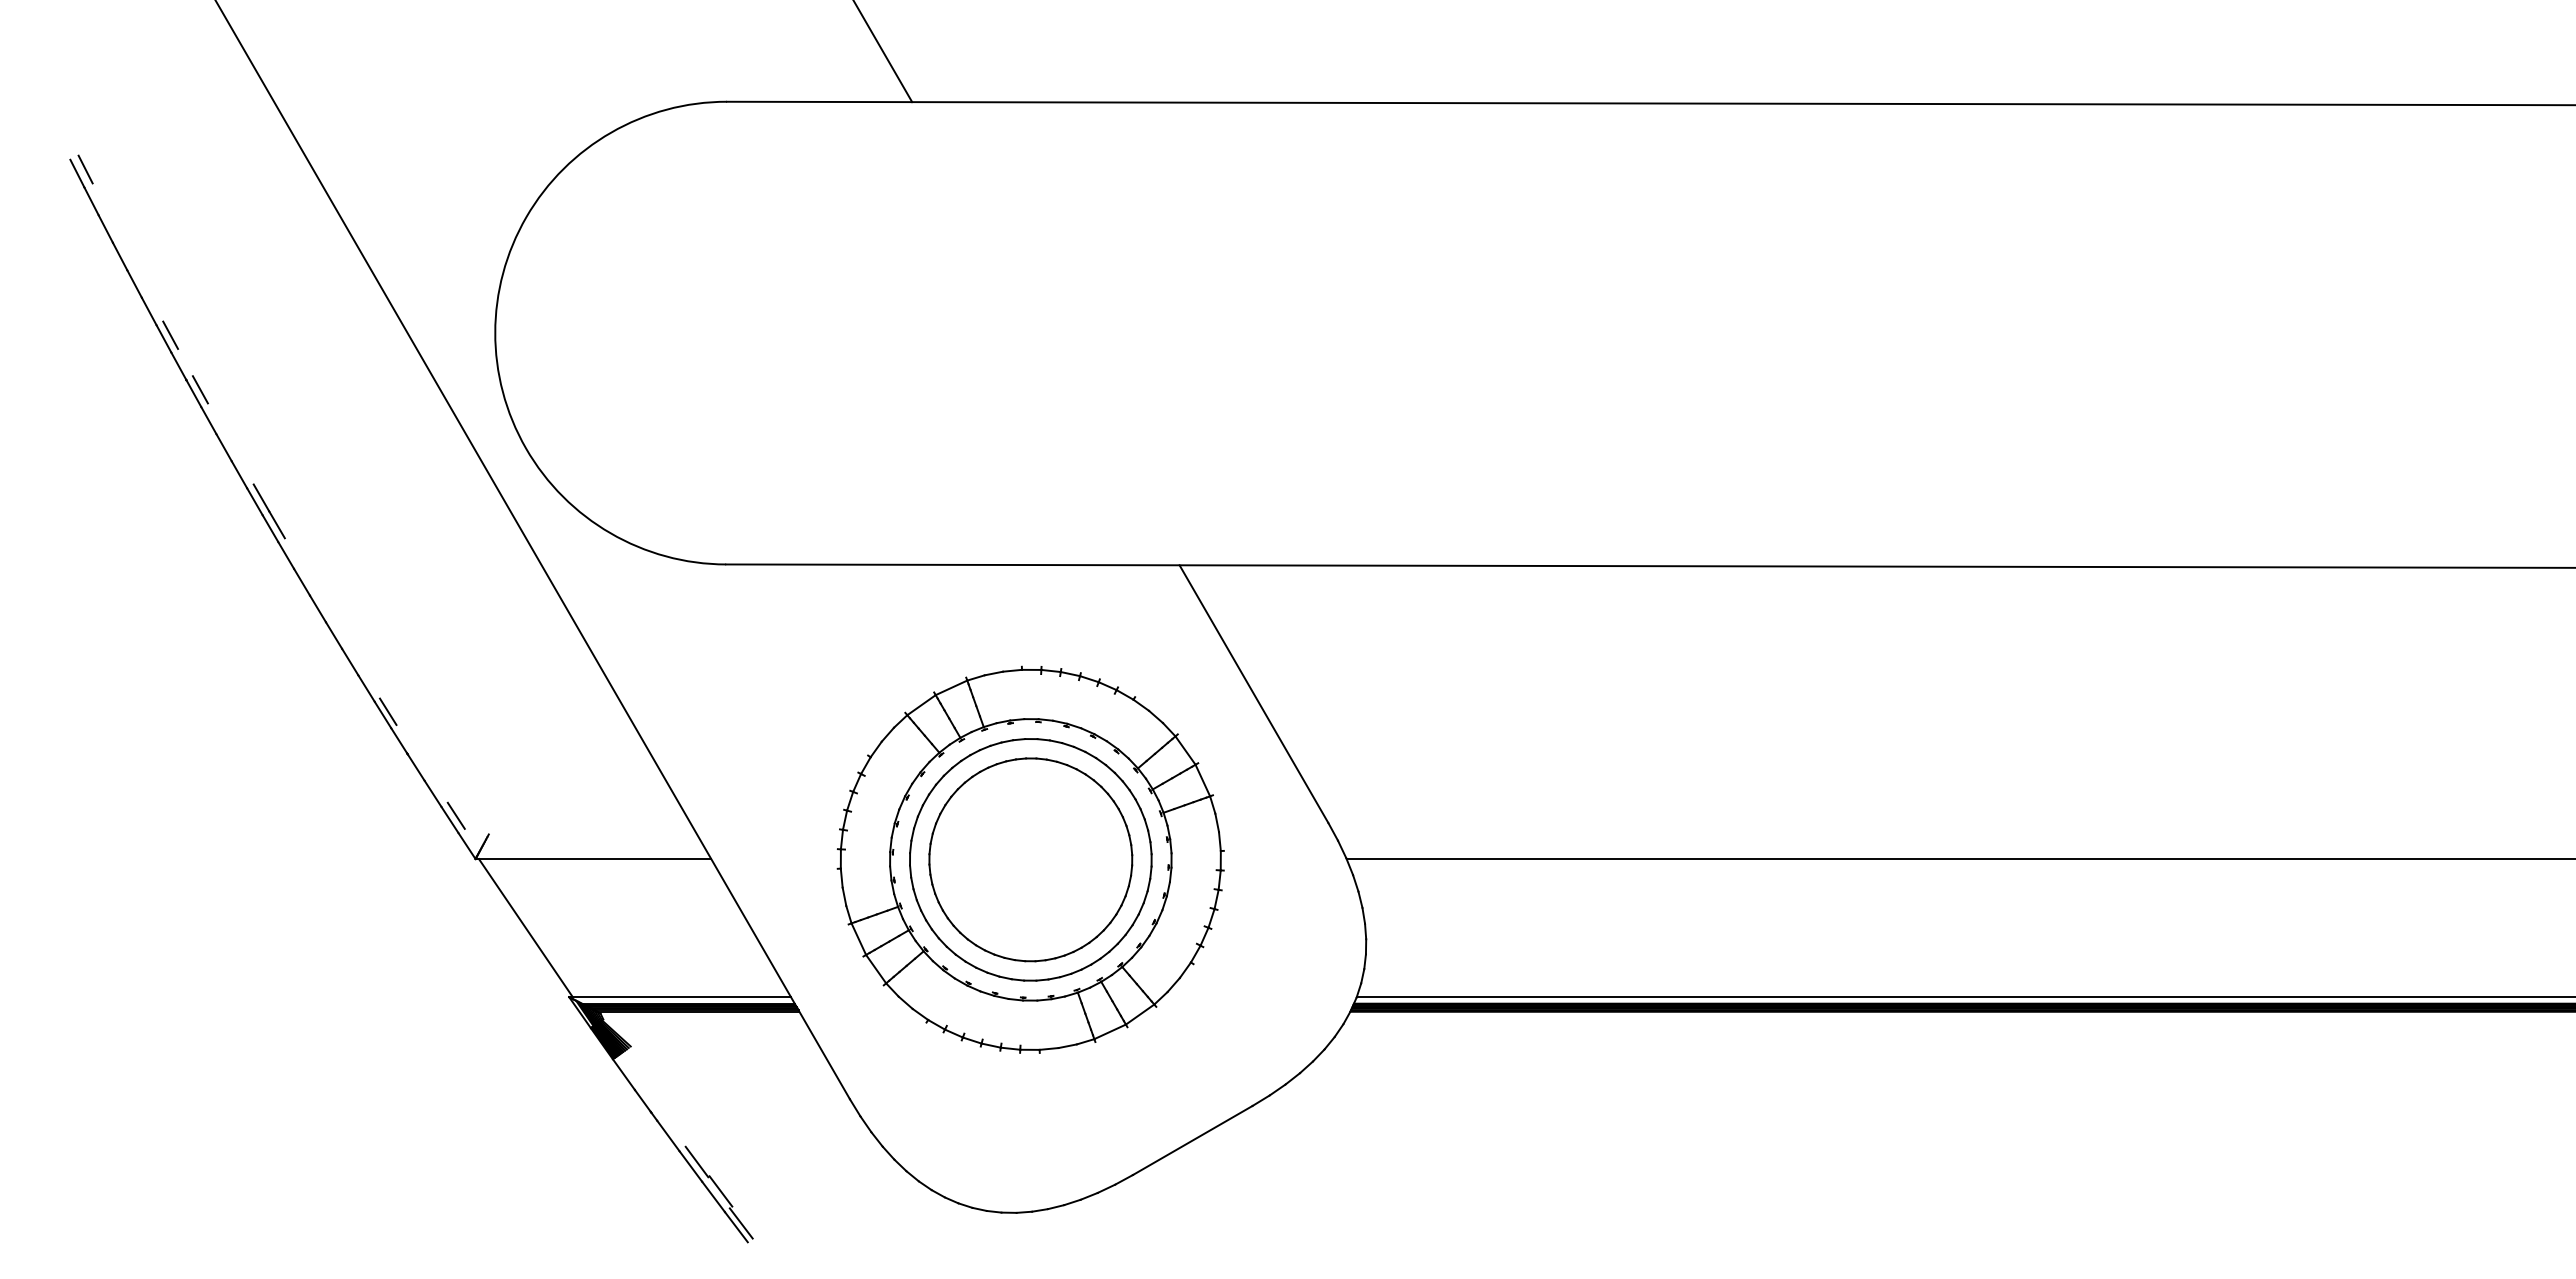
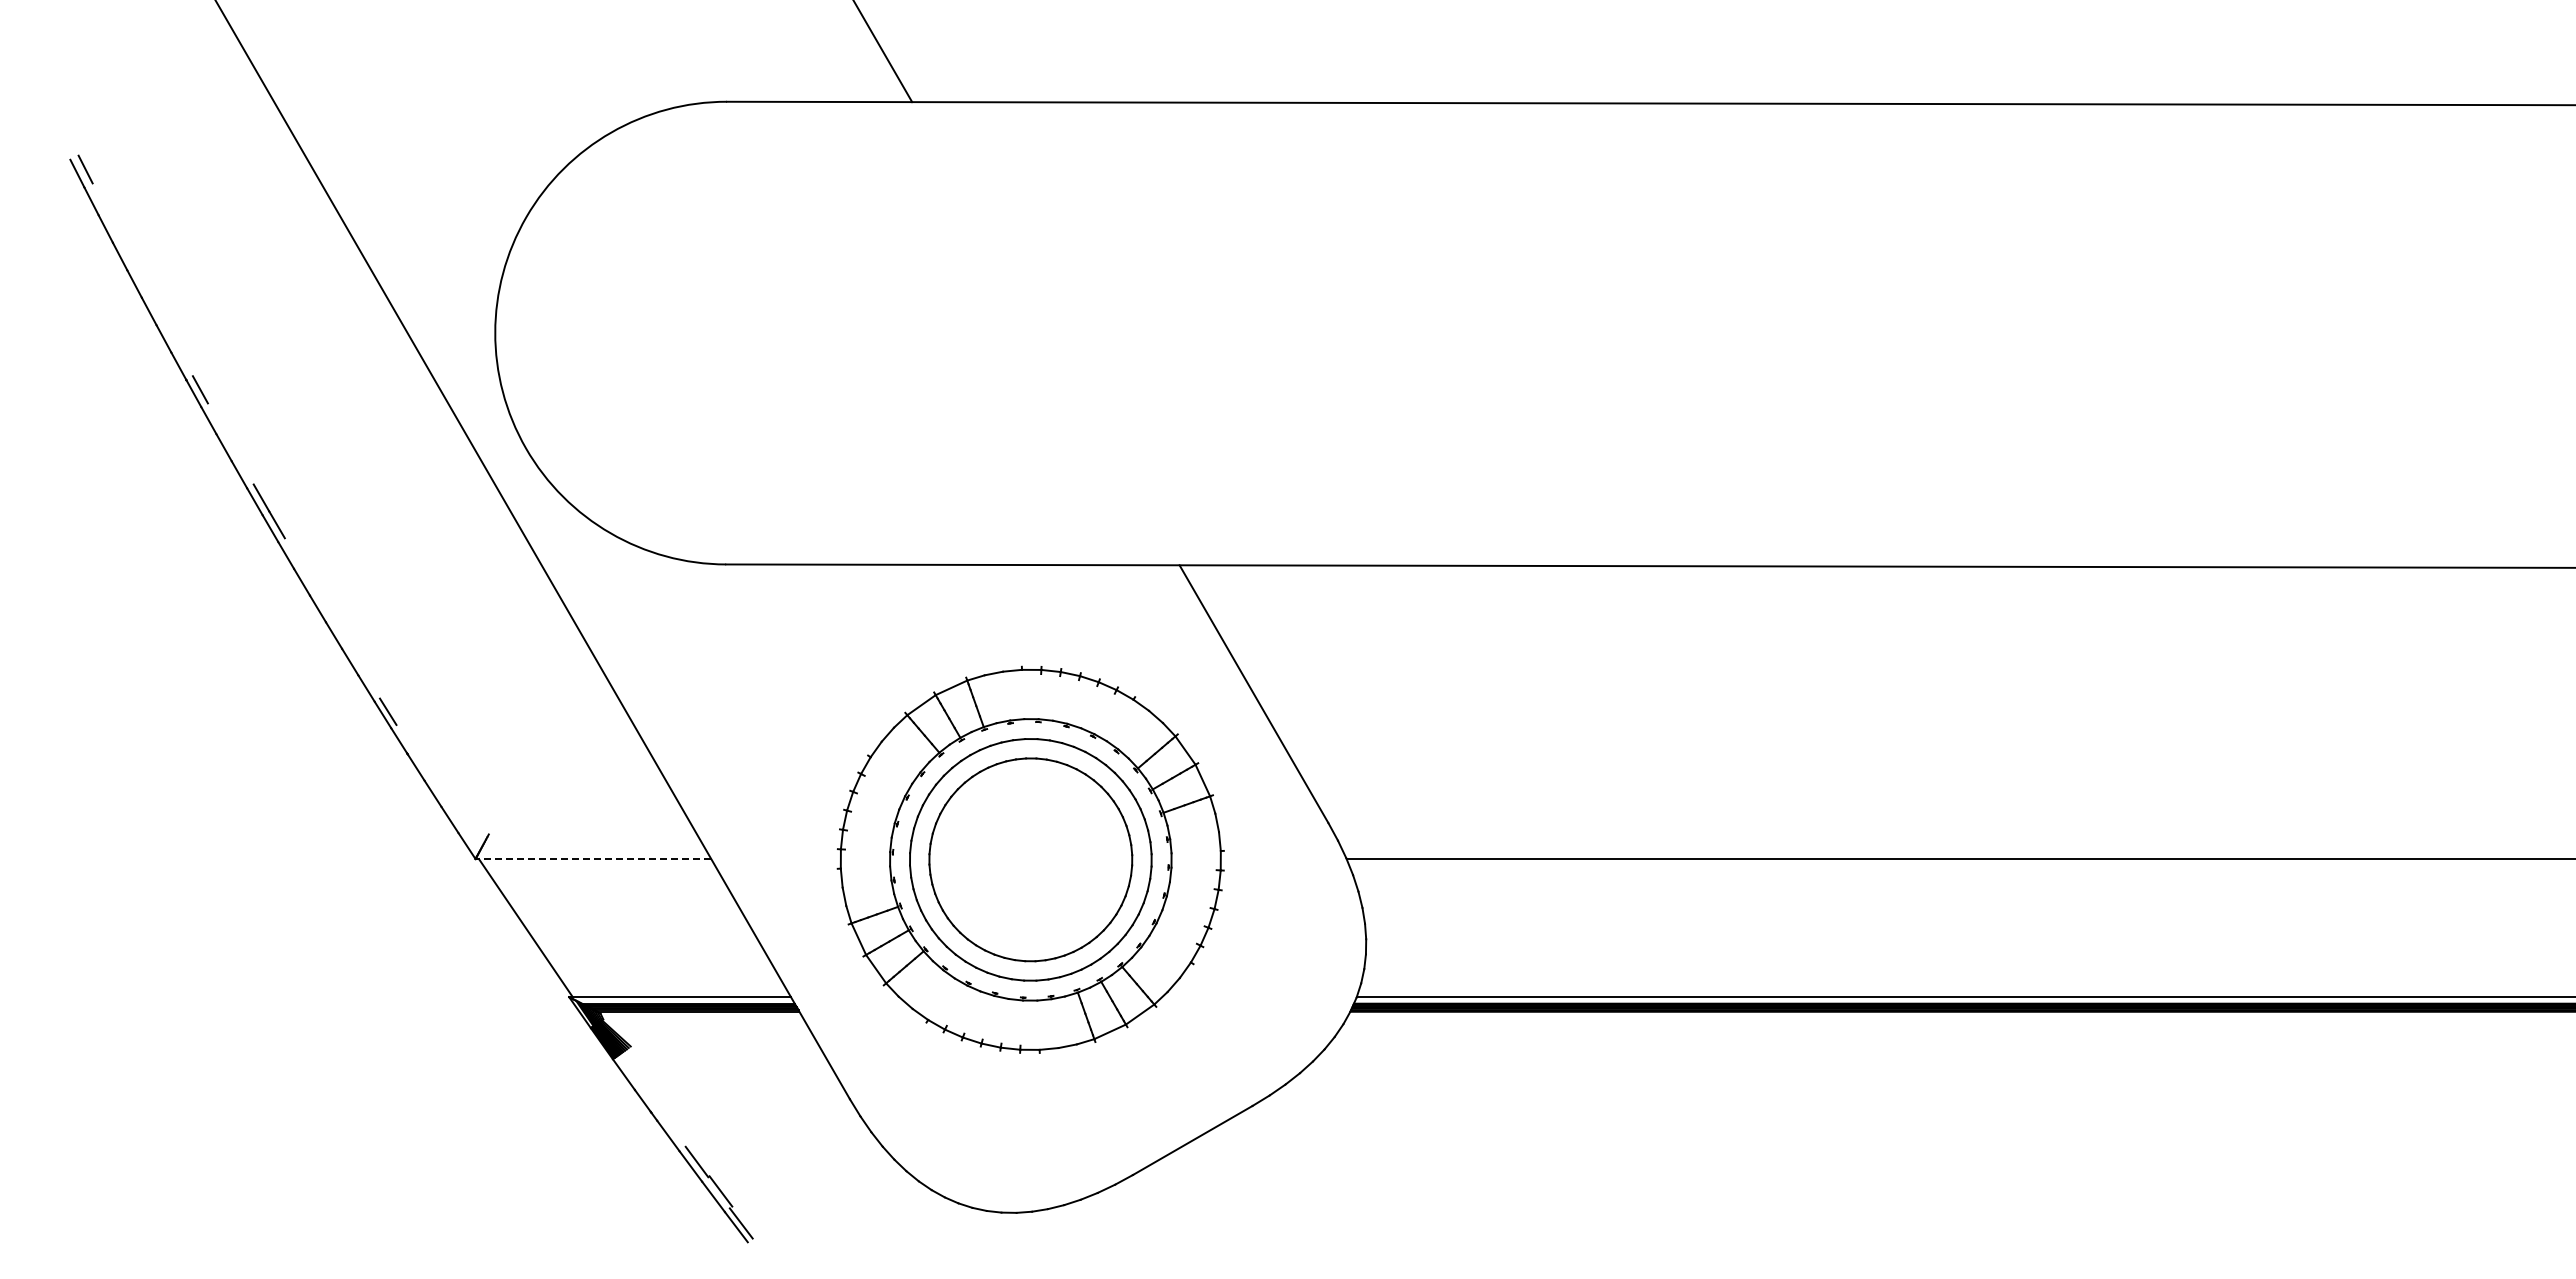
line at (170, 334): present -> none
line at (455, 815): present -> none
line at (593, 859): solid -> dashed
